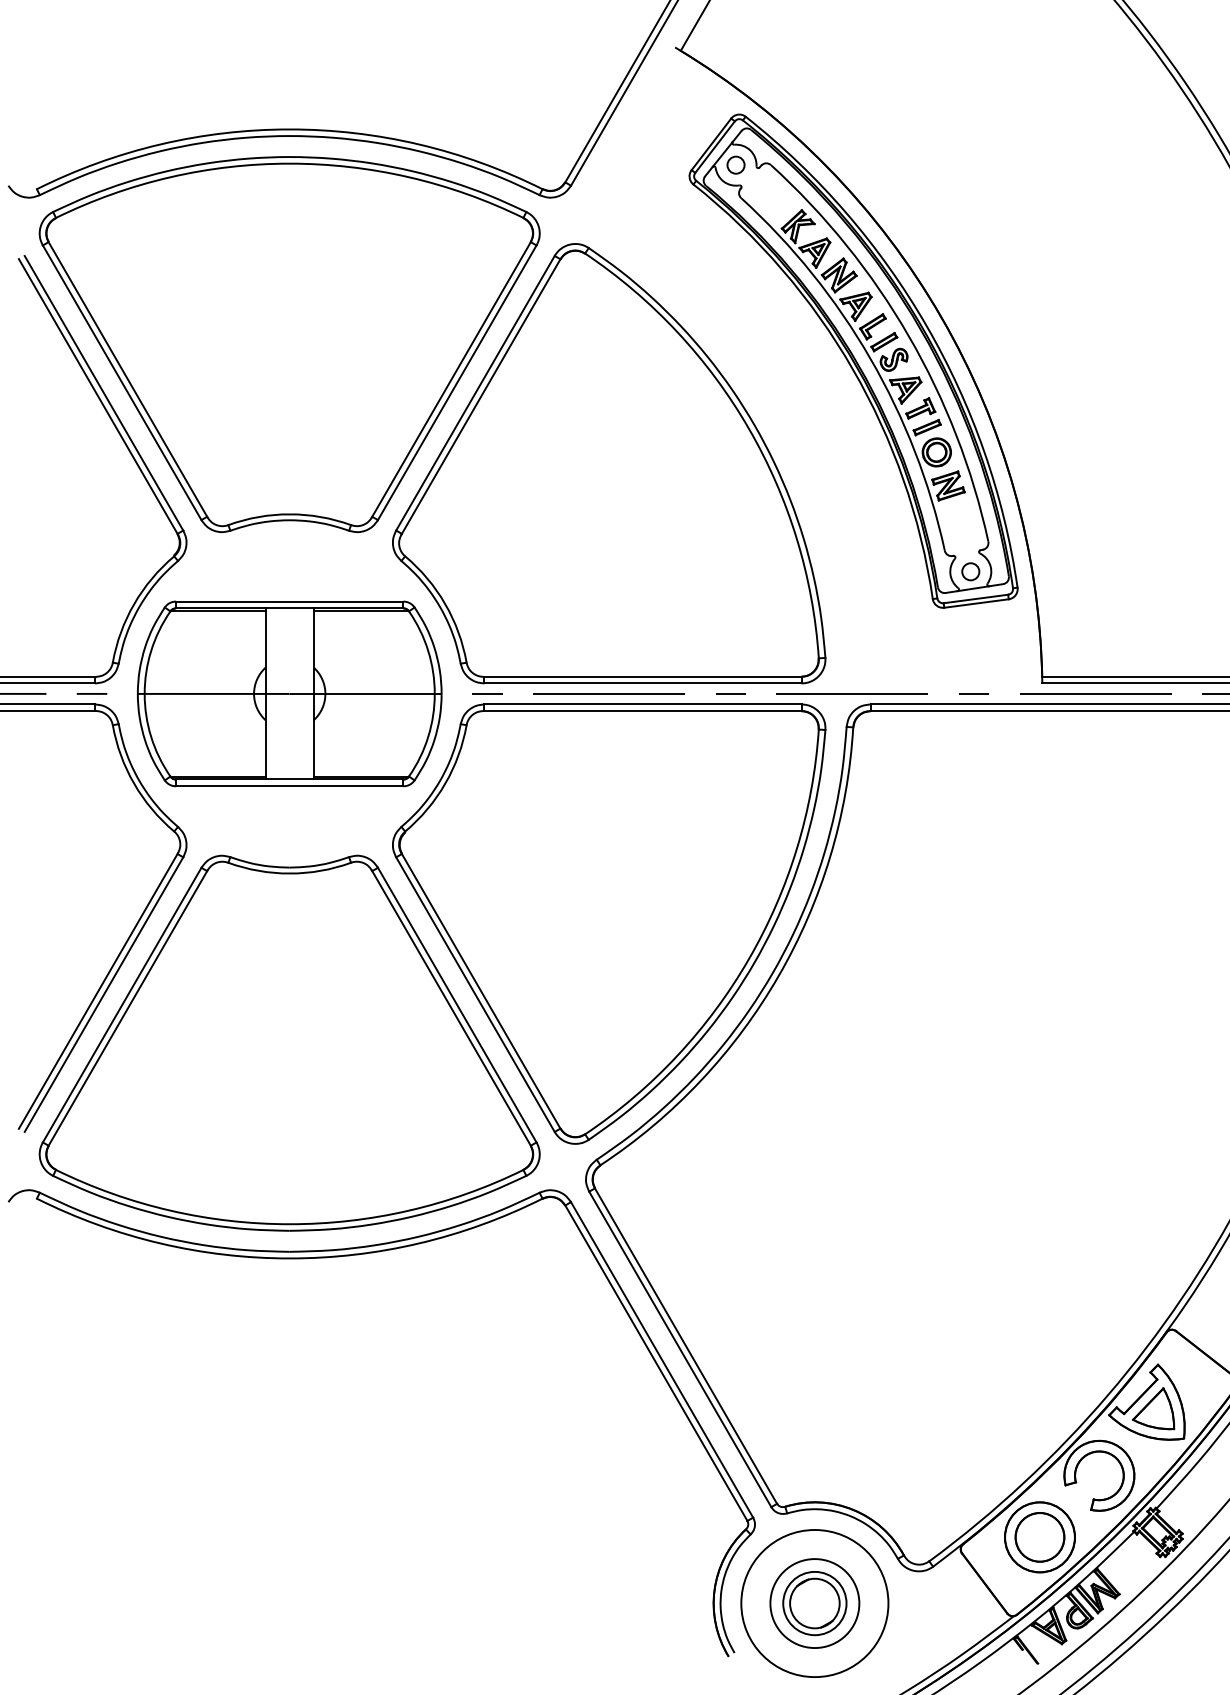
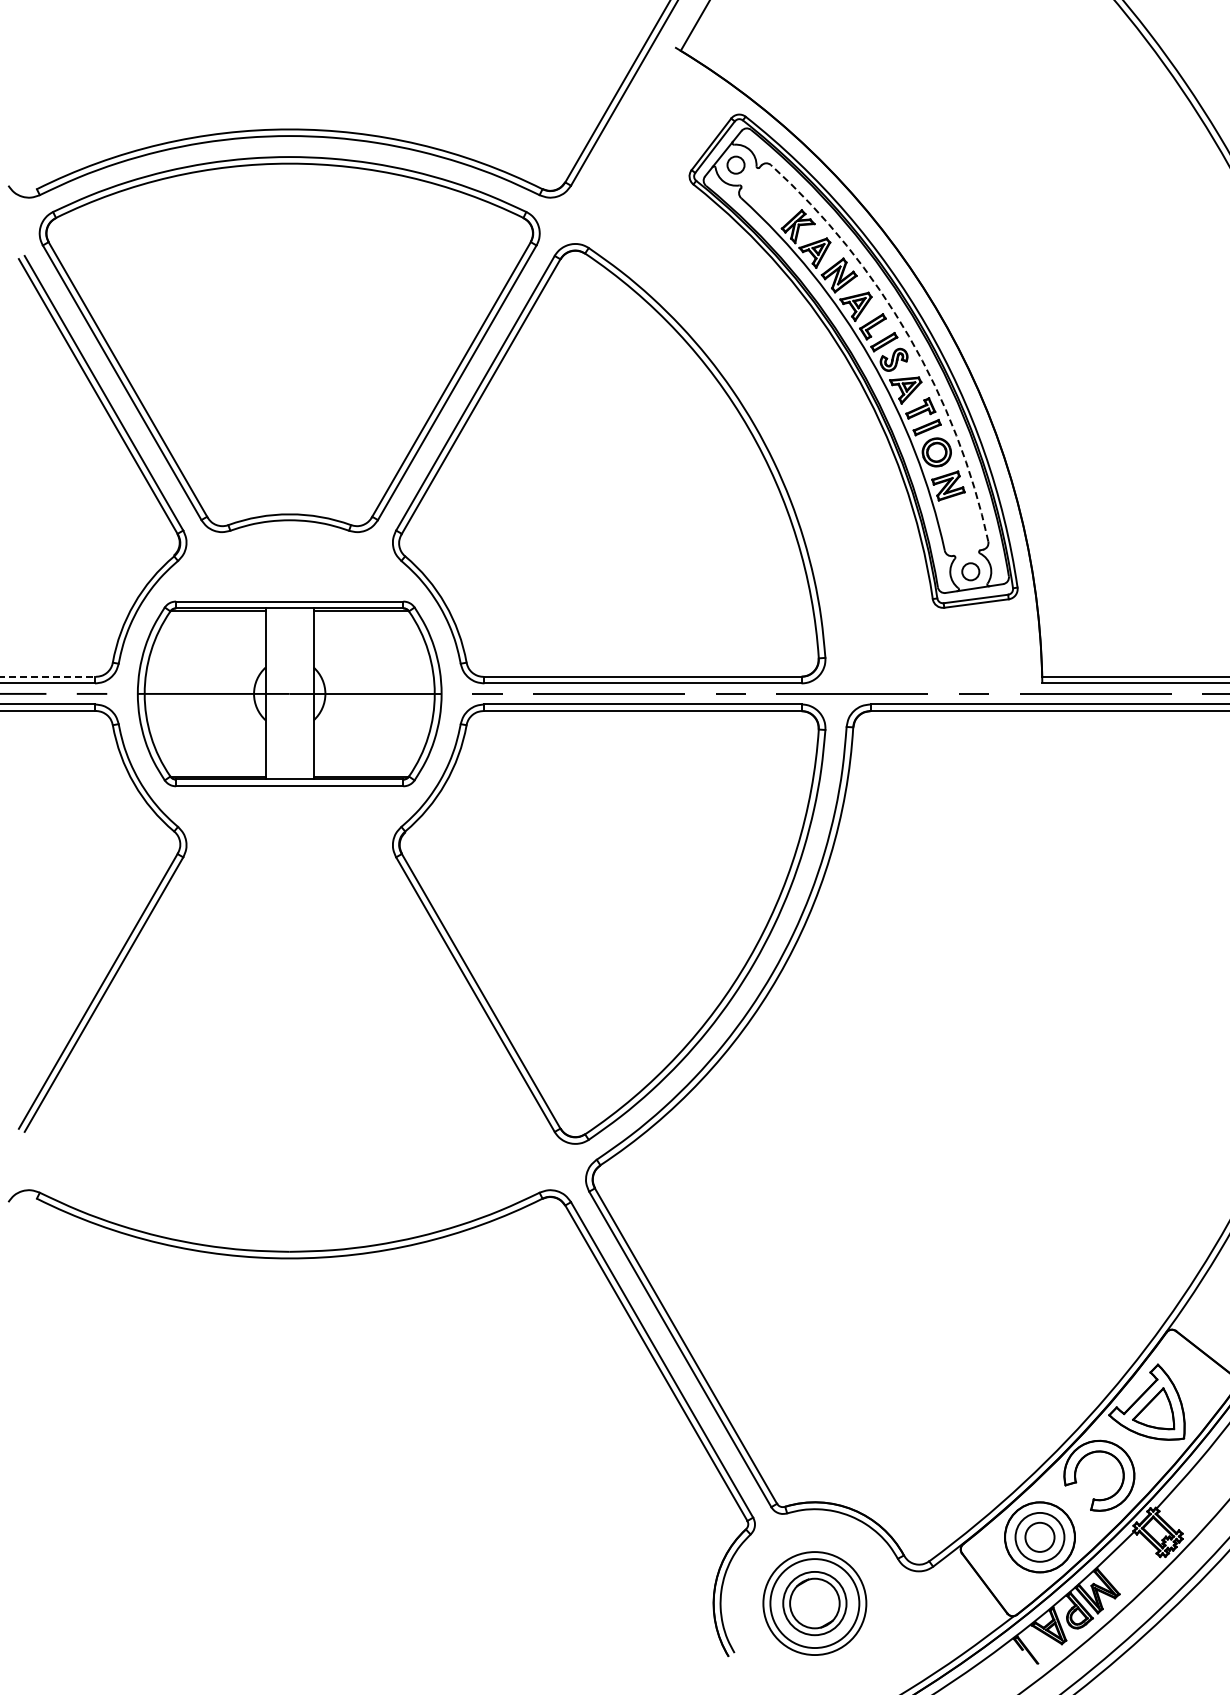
arc at (908, 336): solid -> dashed
line at (48, 676): solid -> dashed
part at (289, 1042): present -> none
circle at (1039, 1537) diameter: 49 px -> 29 px
circle at (814, 1603) diameter: 147 px -> 103 px
